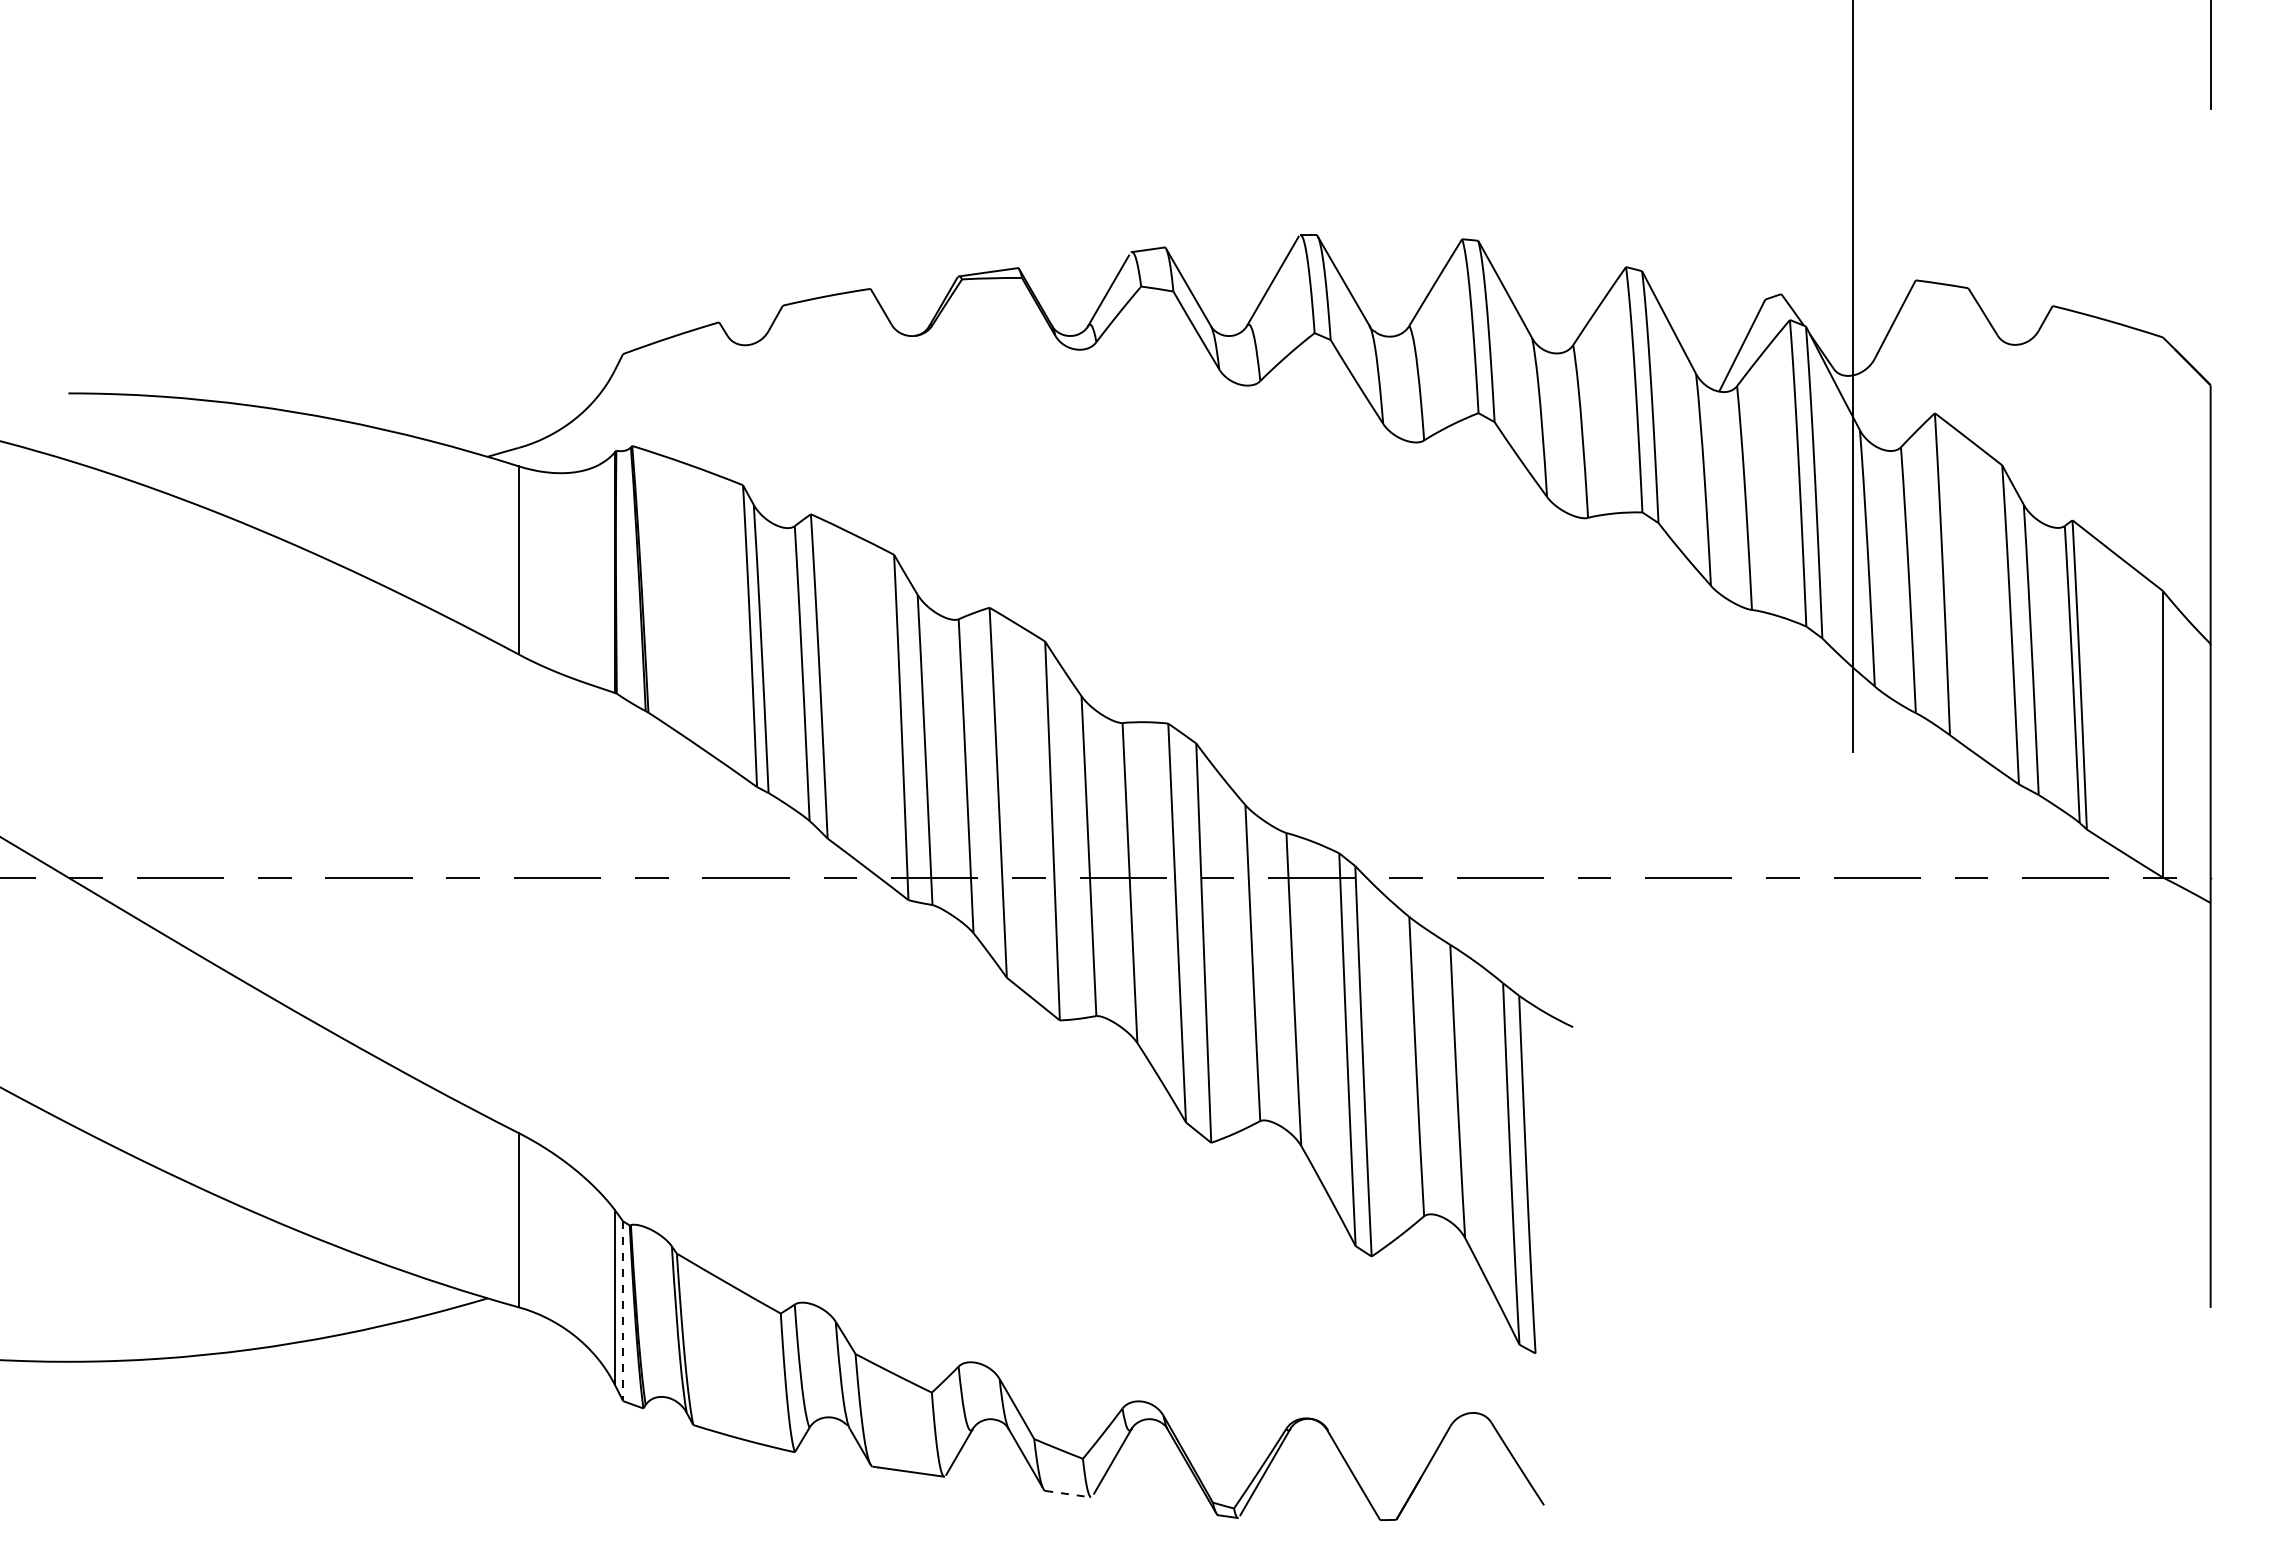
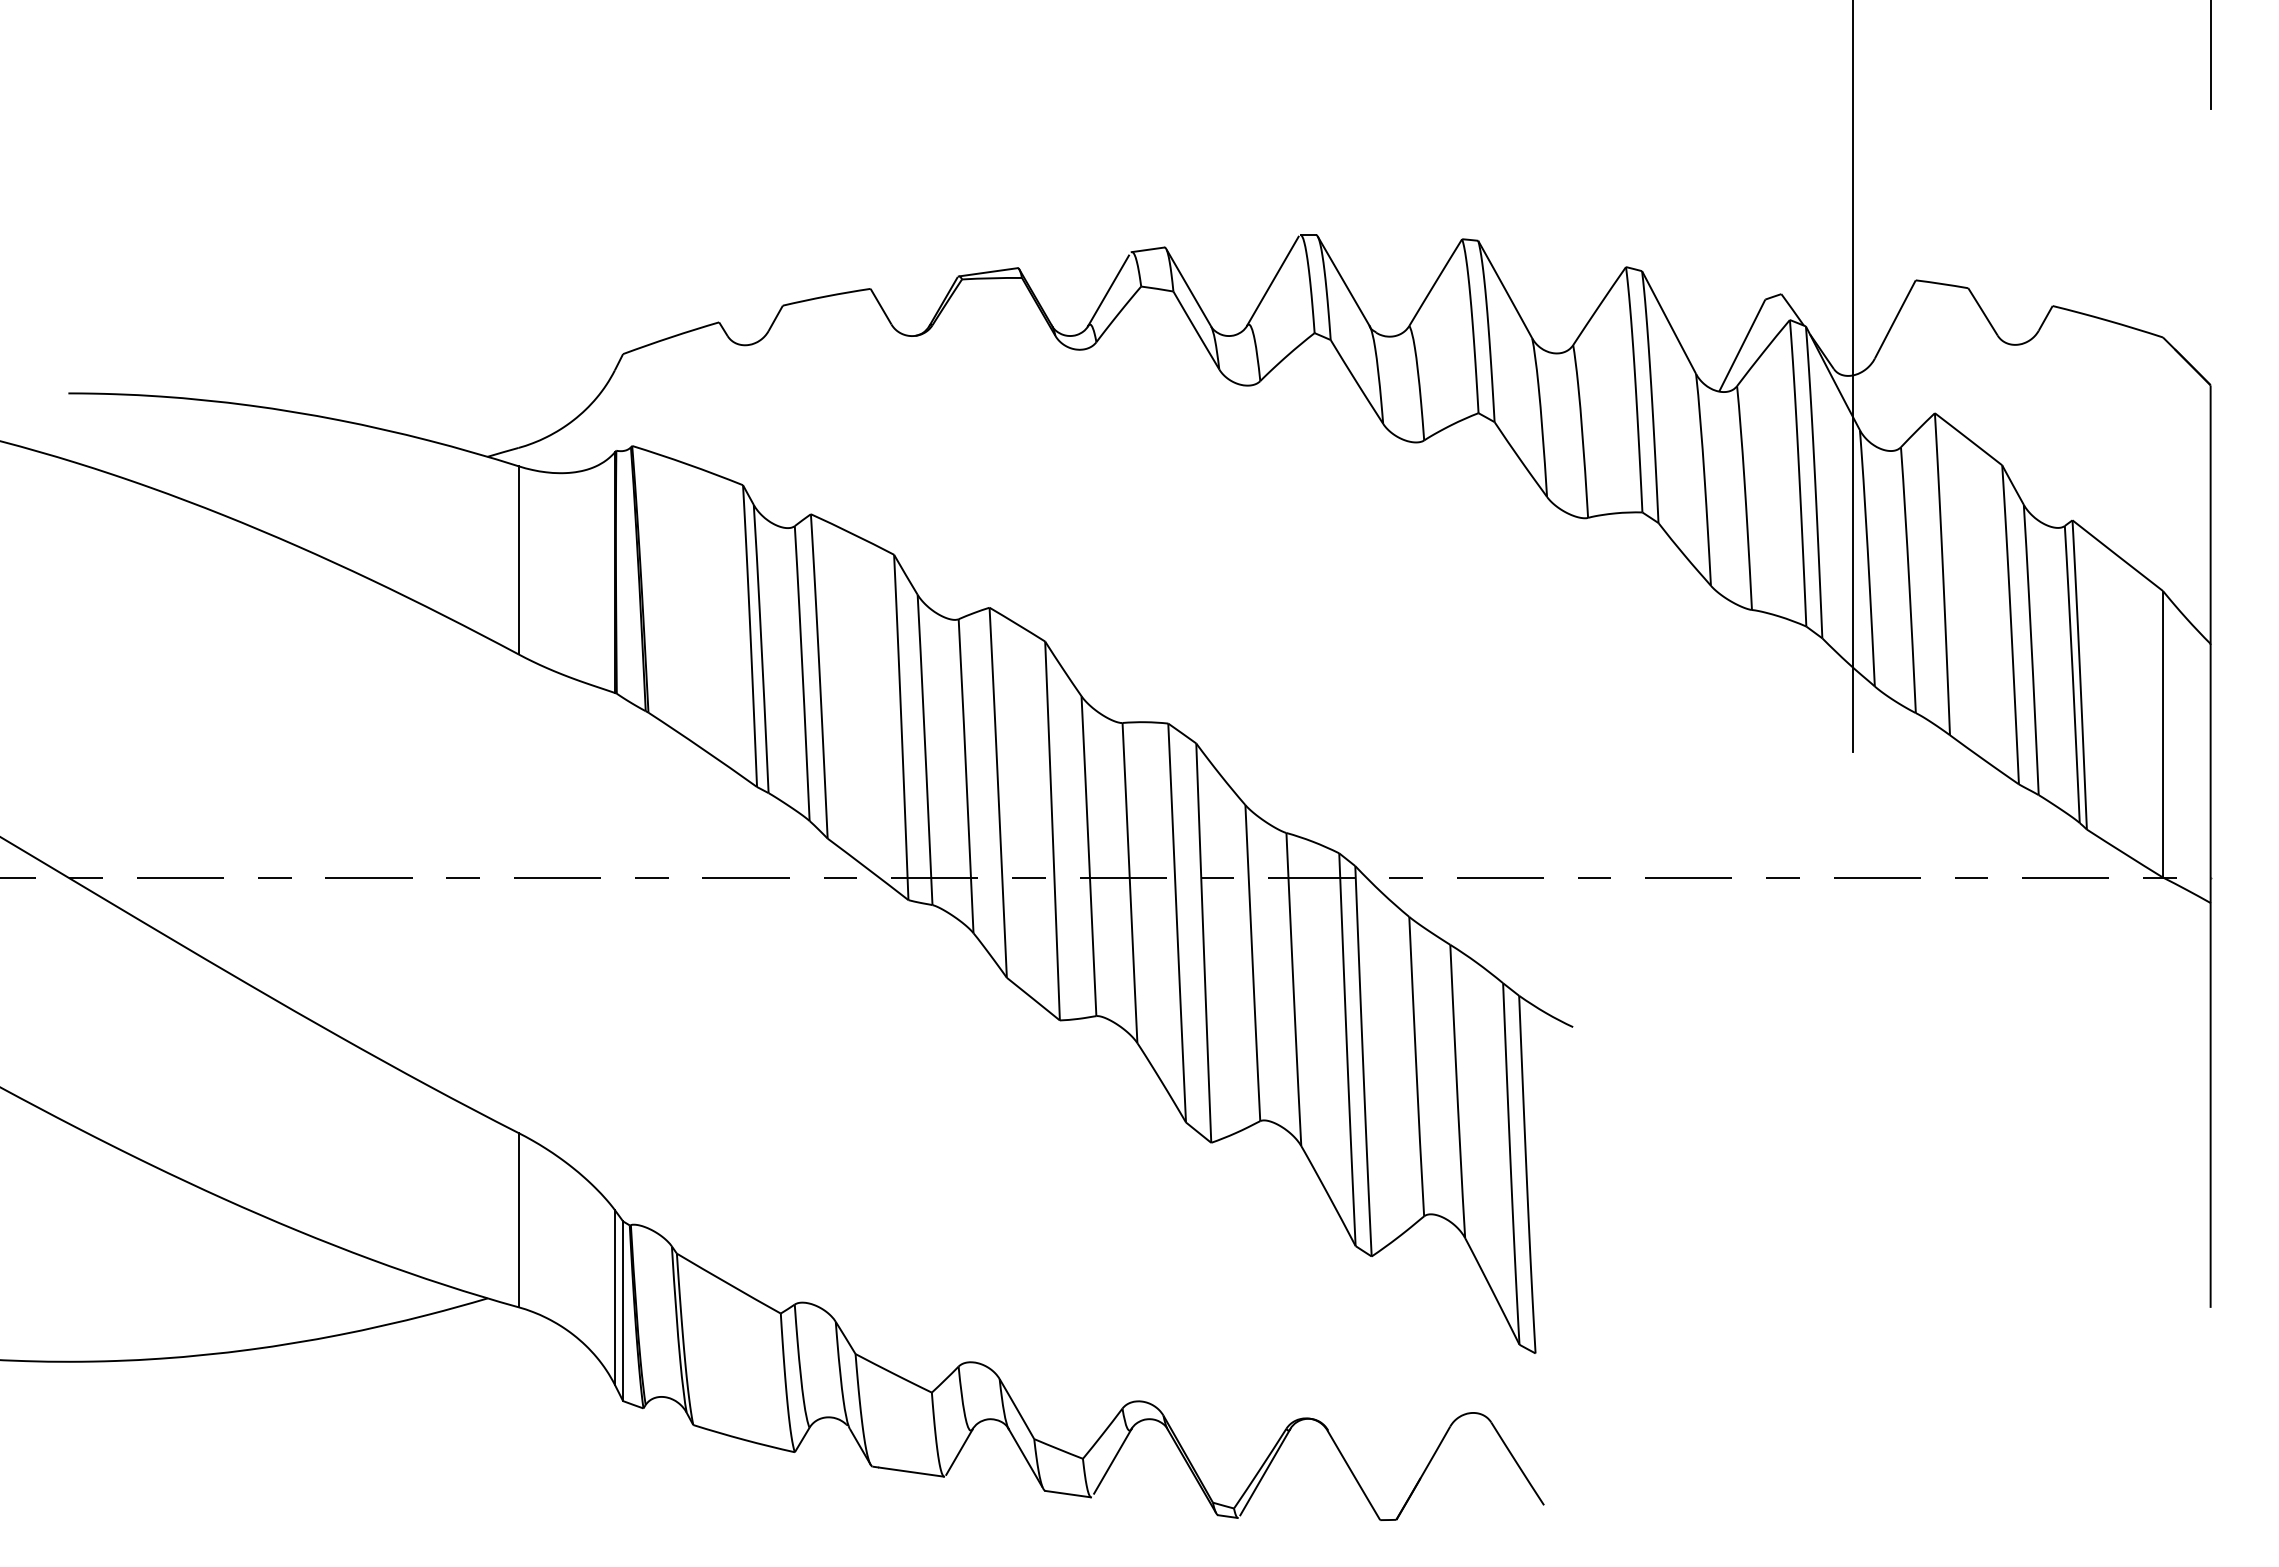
line at (623, 1311): dashed -> solid
line at (1068, 1494): dashed -> solid
